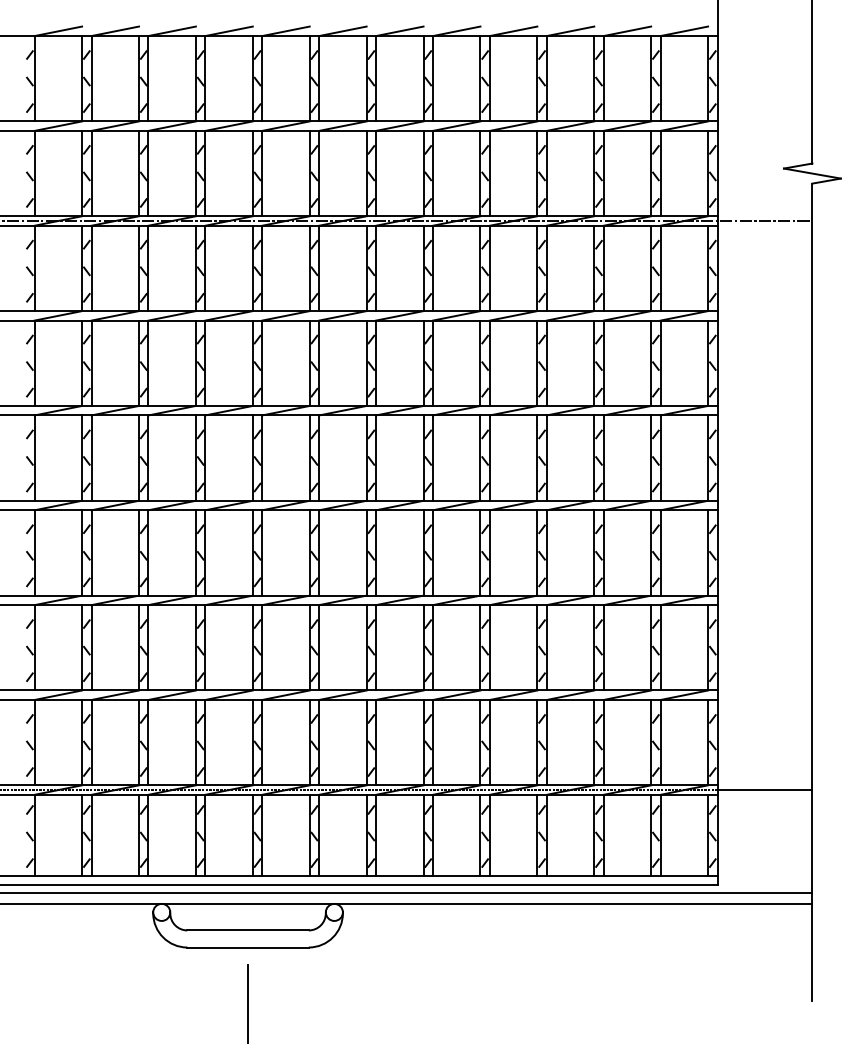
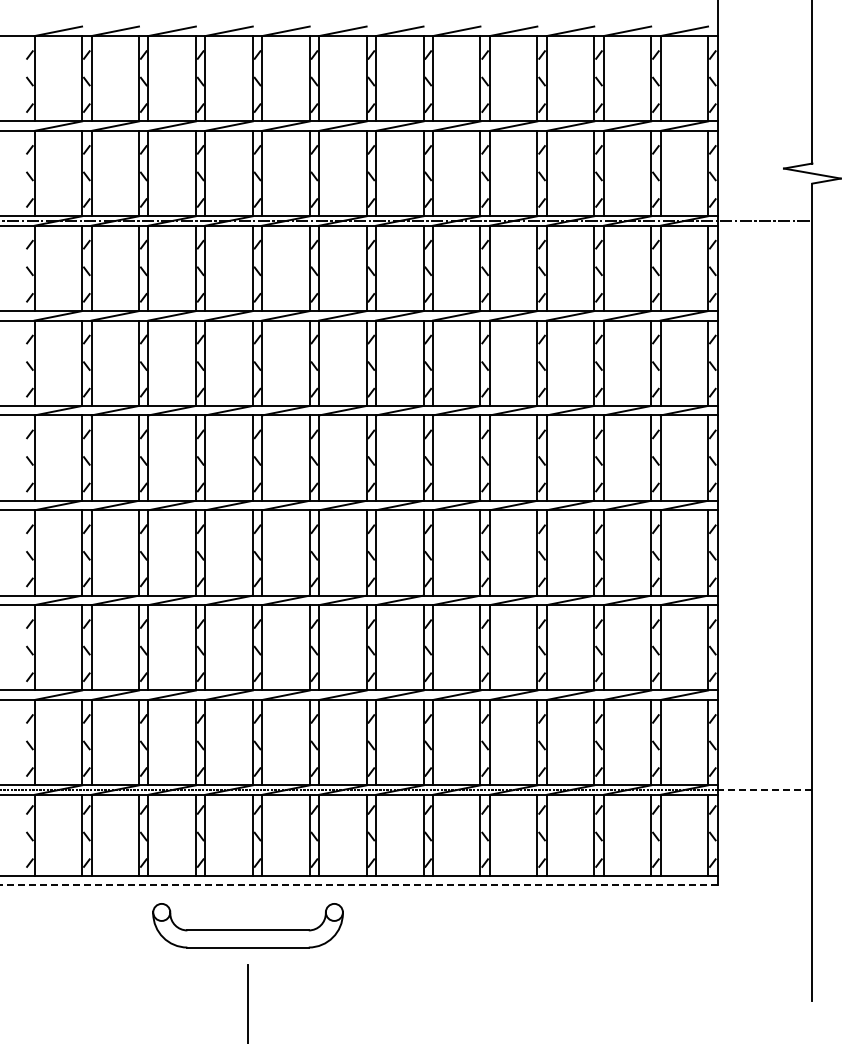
line at (764, 790): solid -> dashed
line at (359, 884): solid -> dashed
line at (407, 892): present -> none
line at (407, 903): present -> none
